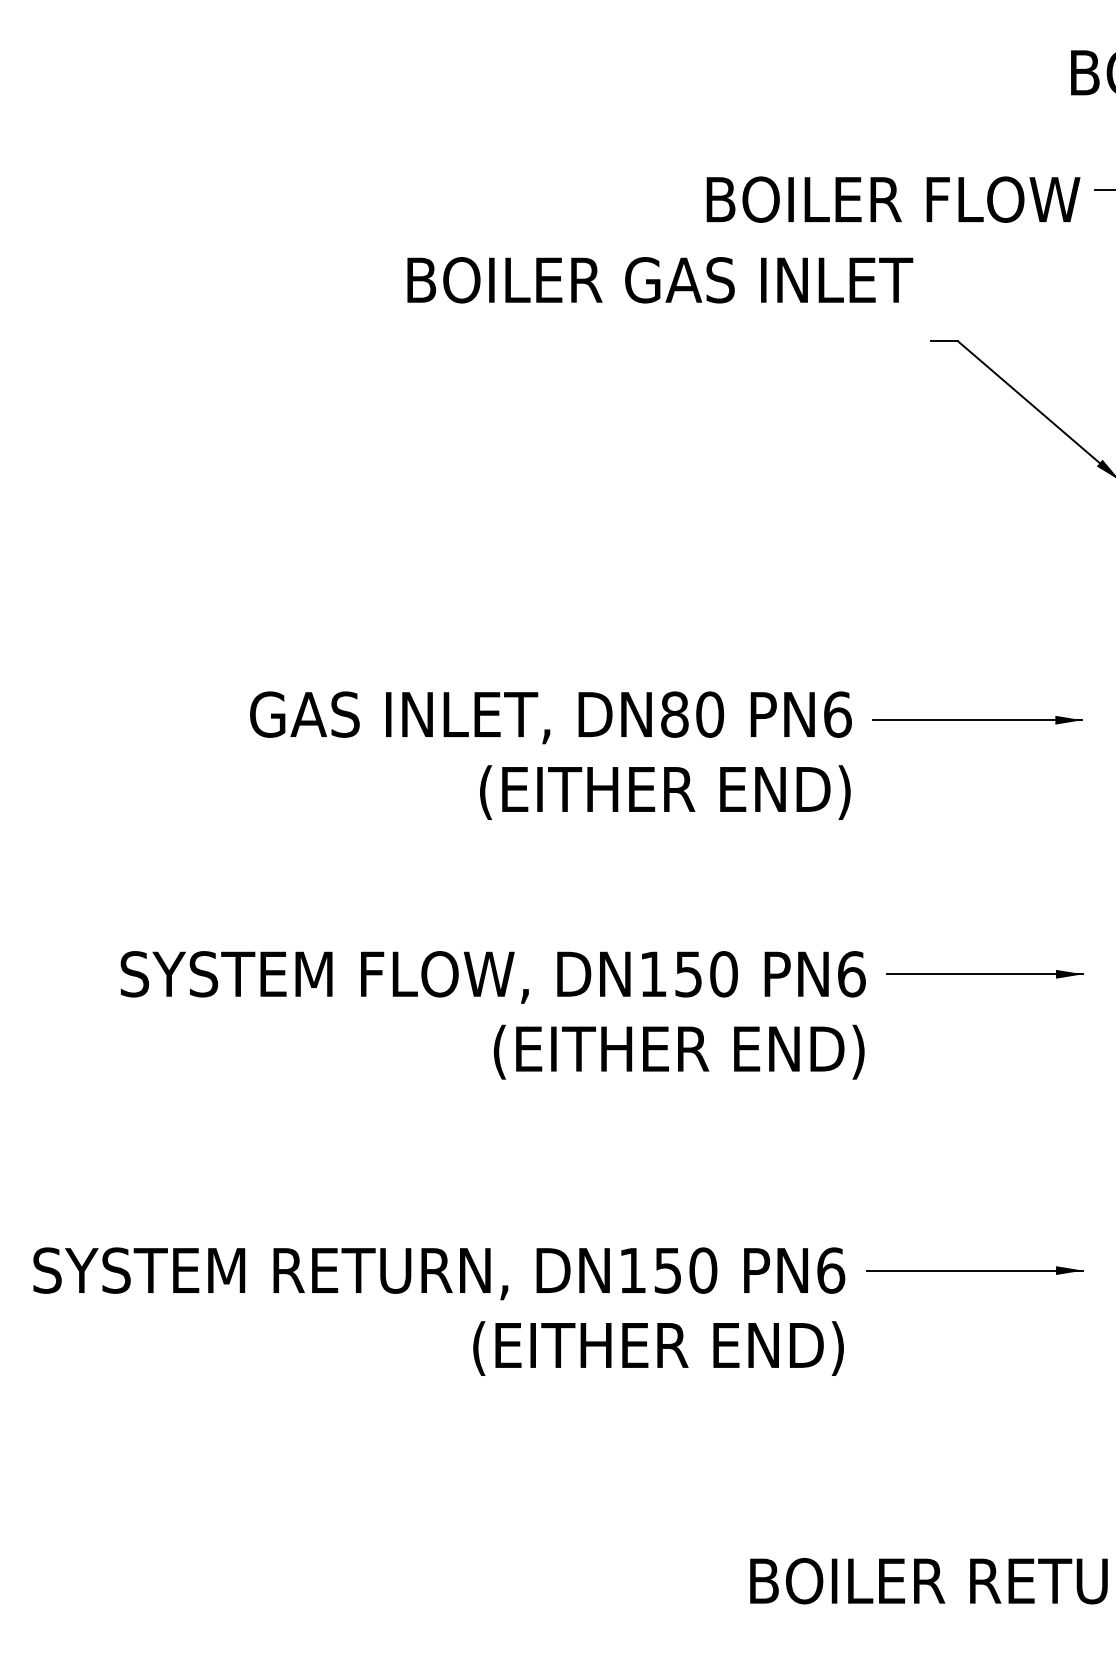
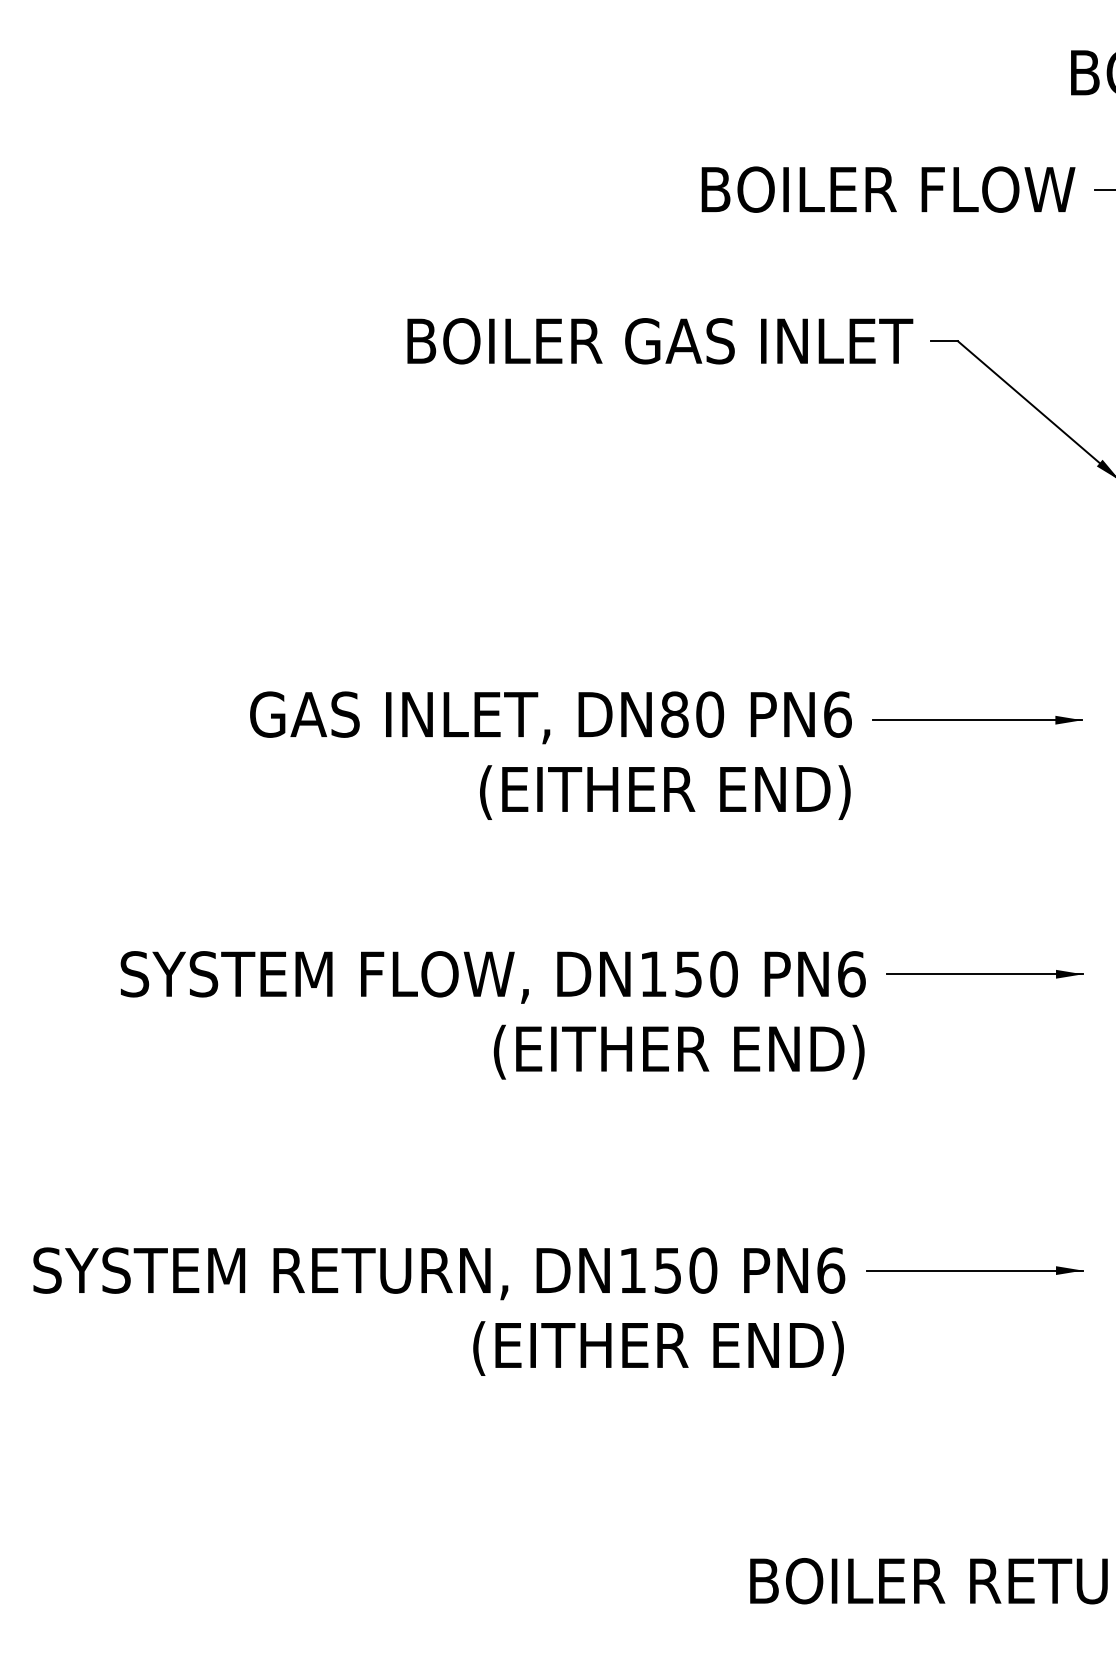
text at (893, 199) position: (893, 199) -> (888, 189)
text at (660, 280) position: (660, 280) -> (660, 341)
